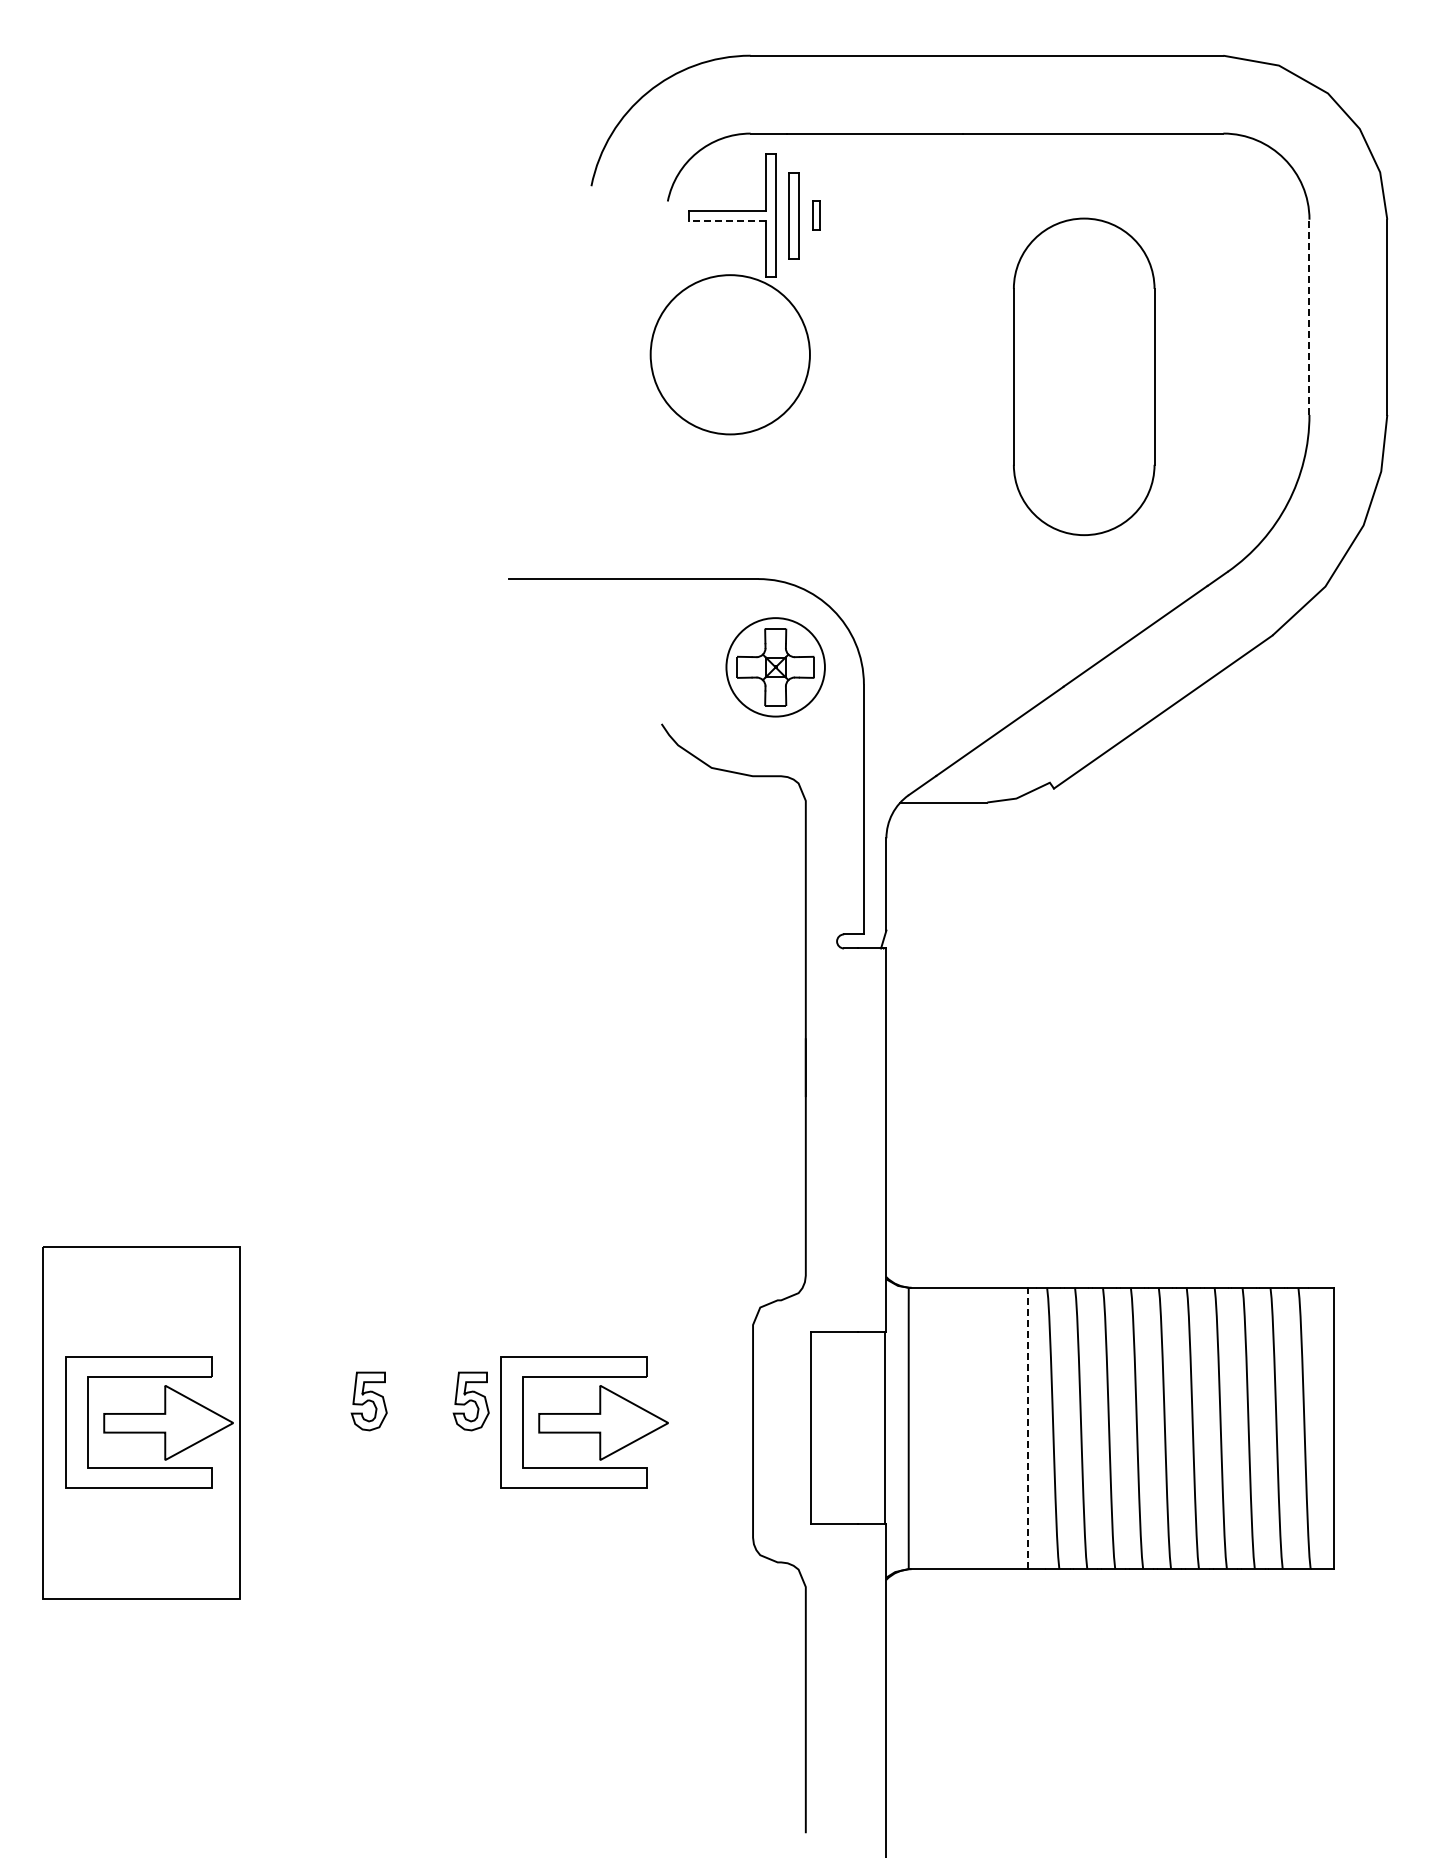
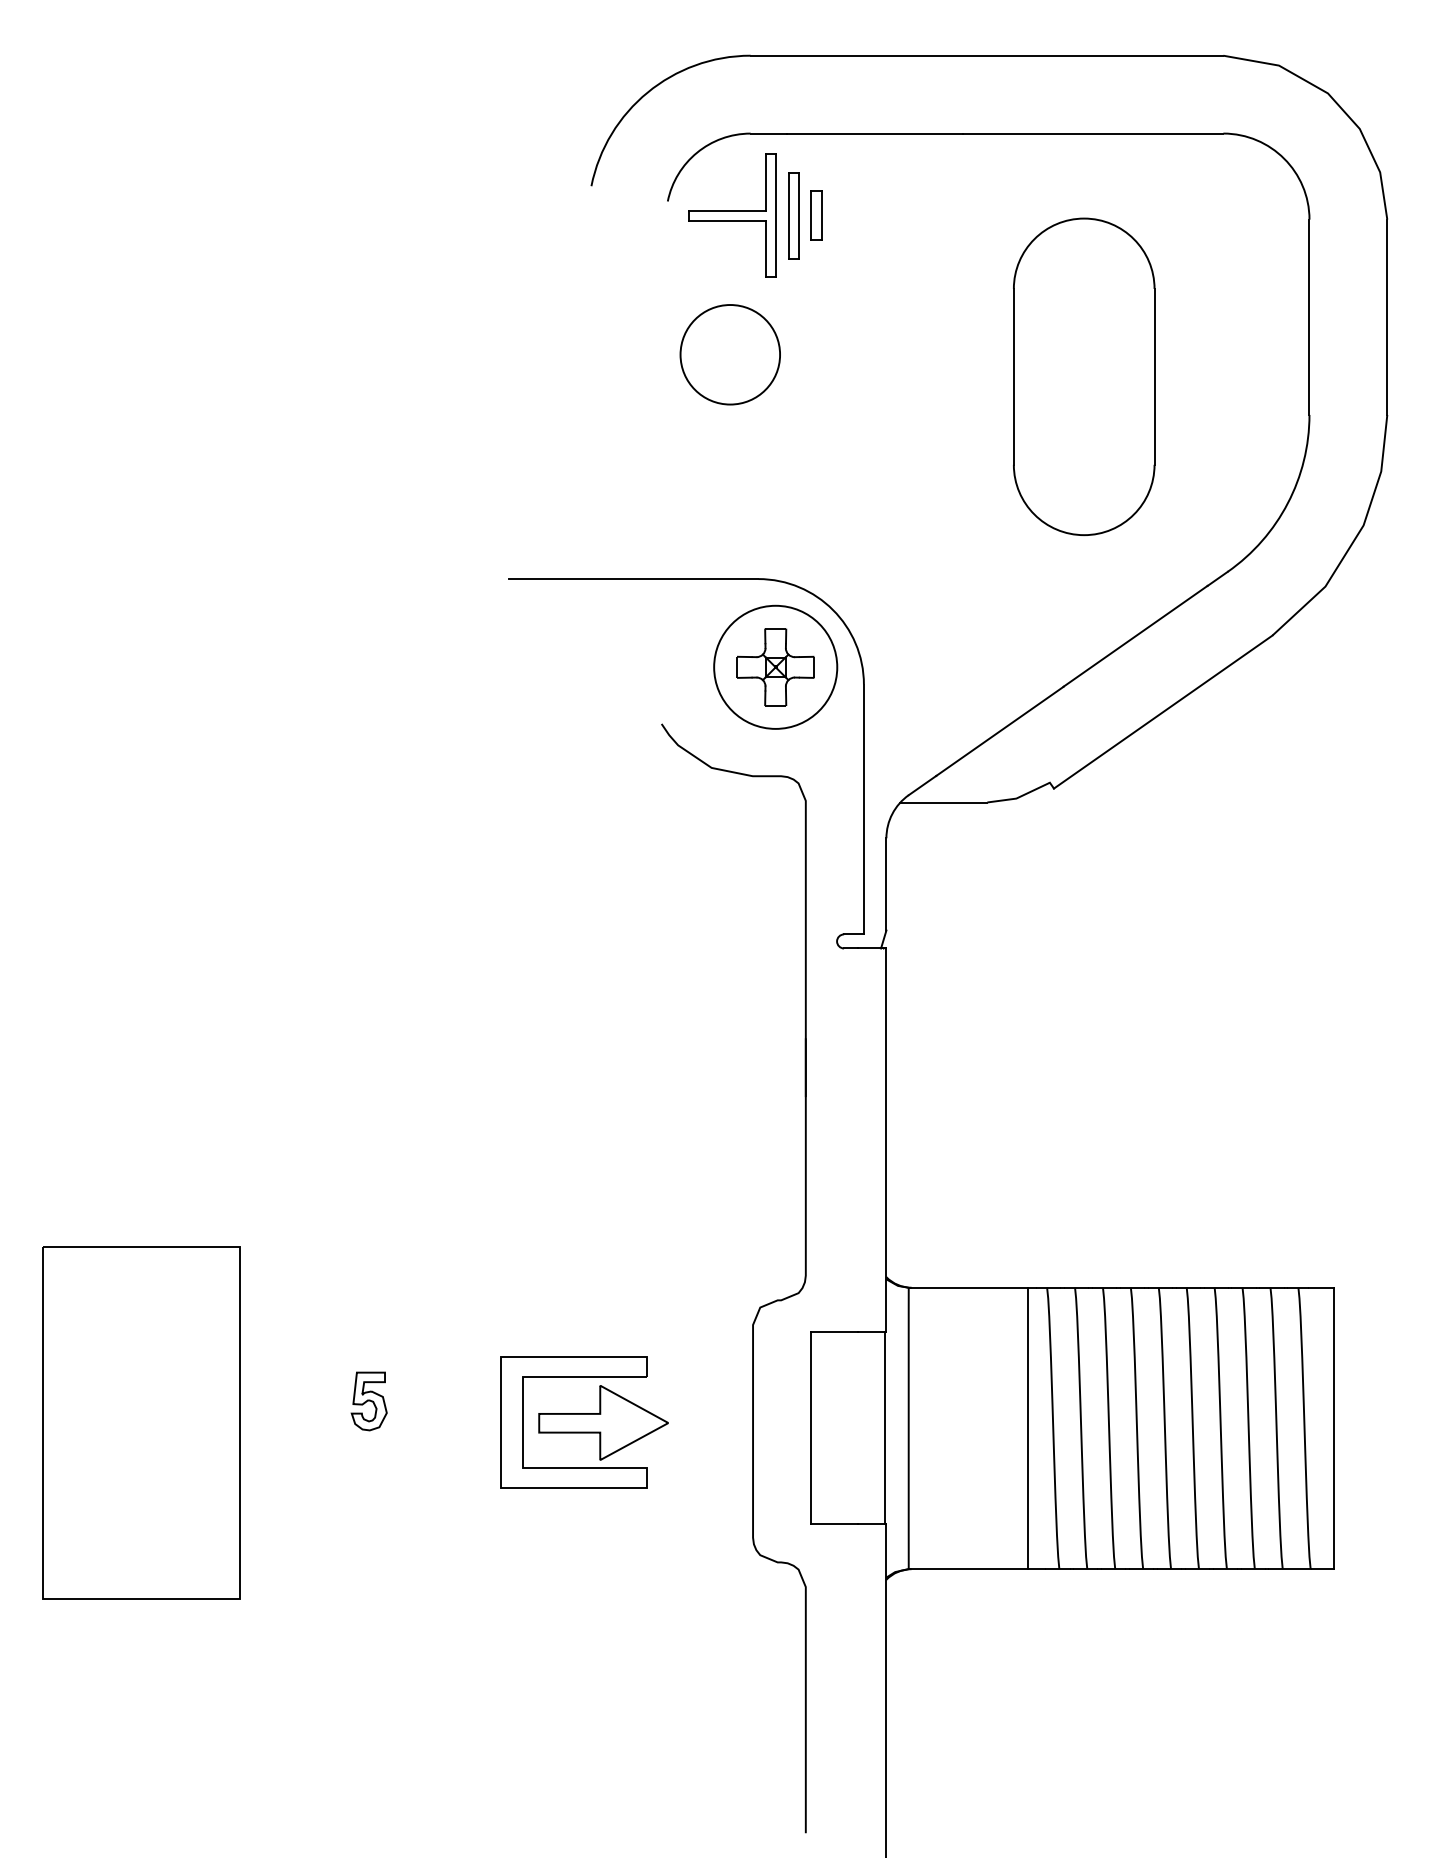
part at (816, 215) size: 9x31 px -> 13x51 px
line at (726, 220): dashed -> solid
line at (1309, 317): dashed -> solid
circle at (729, 354) diameter: 159 px -> 100 px
circle at (775, 667) diameter: 98 px -> 123 px
part at (470, 1401): present -> none
part at (149, 1422): present -> none
line at (1027, 1428): dashed -> solid
